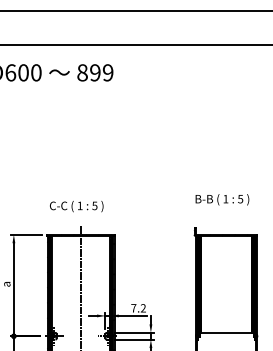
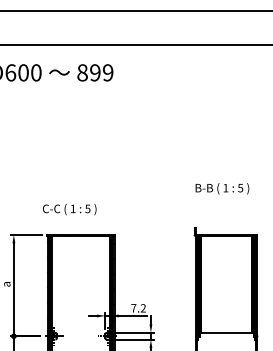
text at (222, 199) position: (222, 199) -> (222, 188)
text at (76, 206) position: (76, 206) -> (69, 209)
line at (81, 286): present -> none
